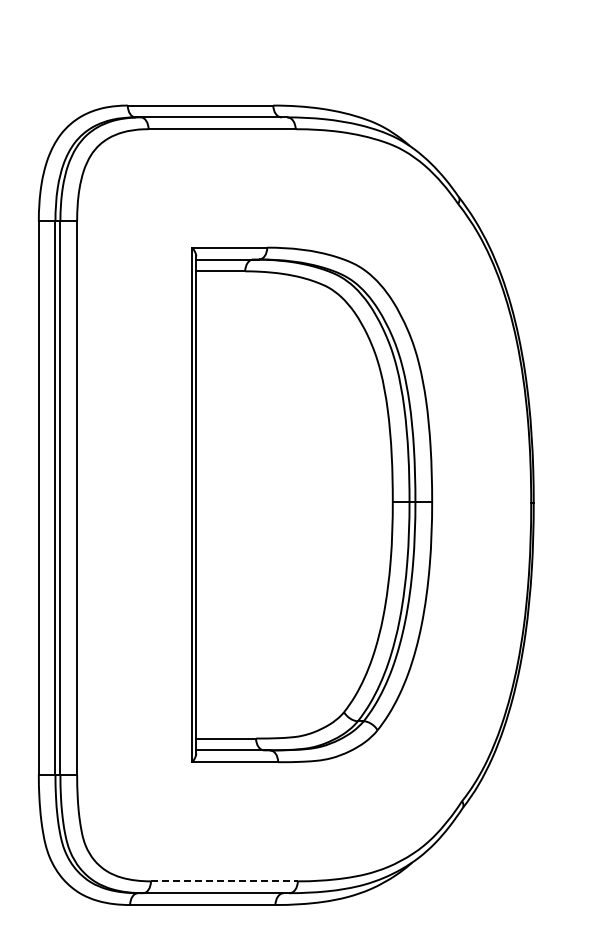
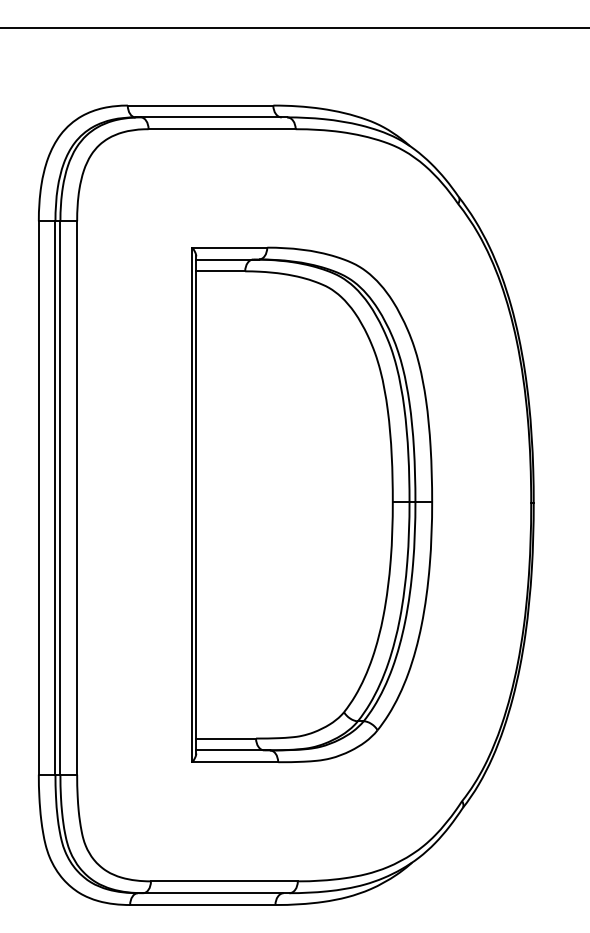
line at (294, 27): none -> present
line at (224, 881): dashed -> solid
